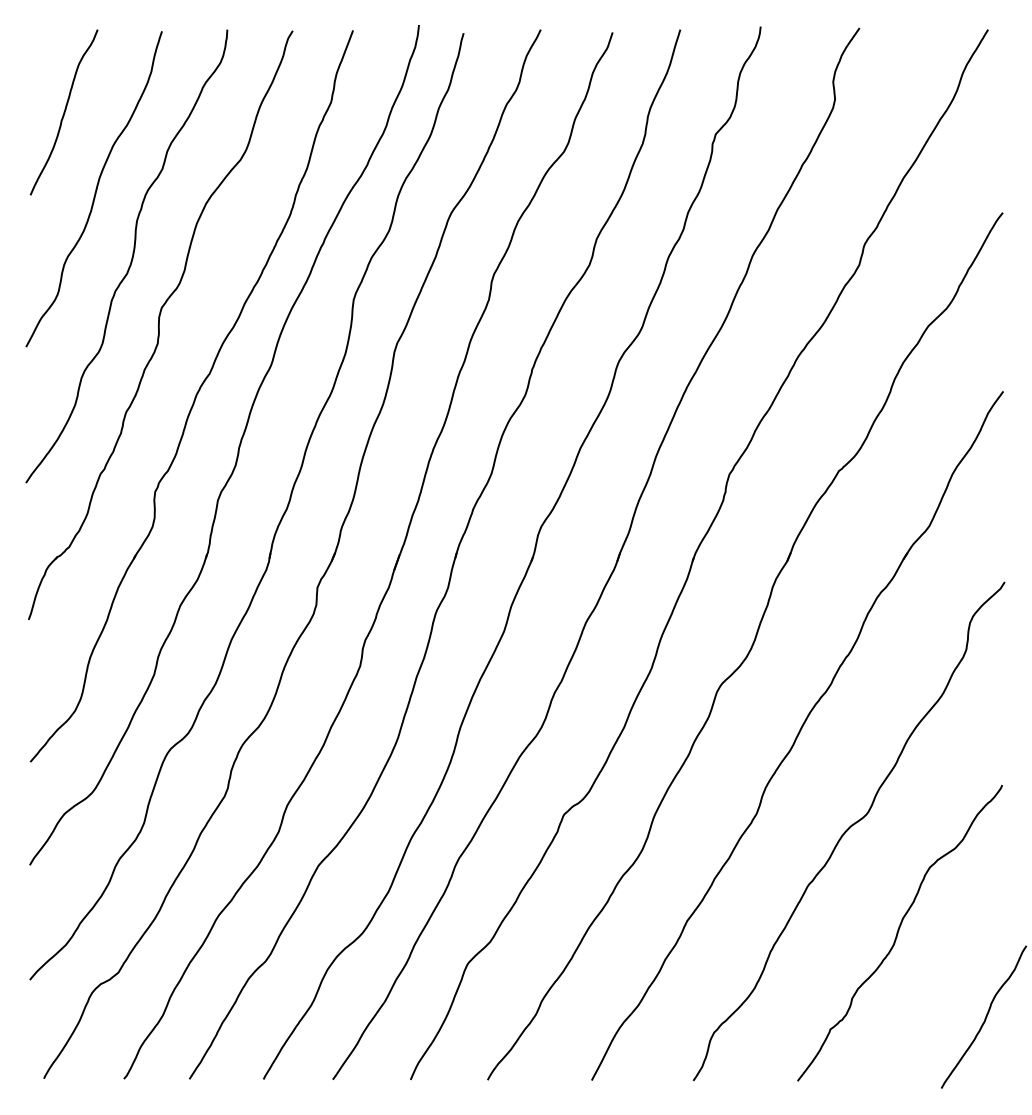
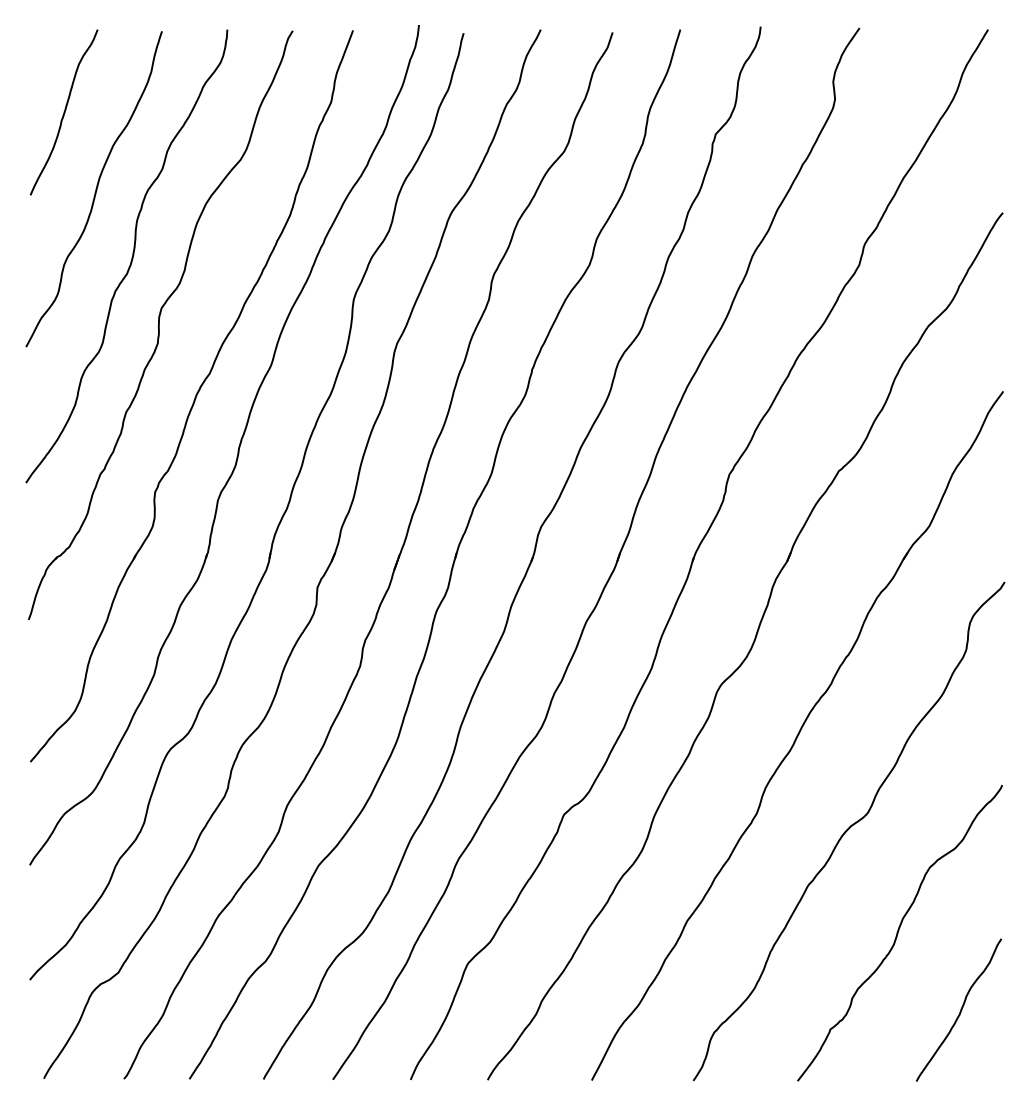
curve at (985, 1016) position: (985, 1016) -> (960, 1009)
